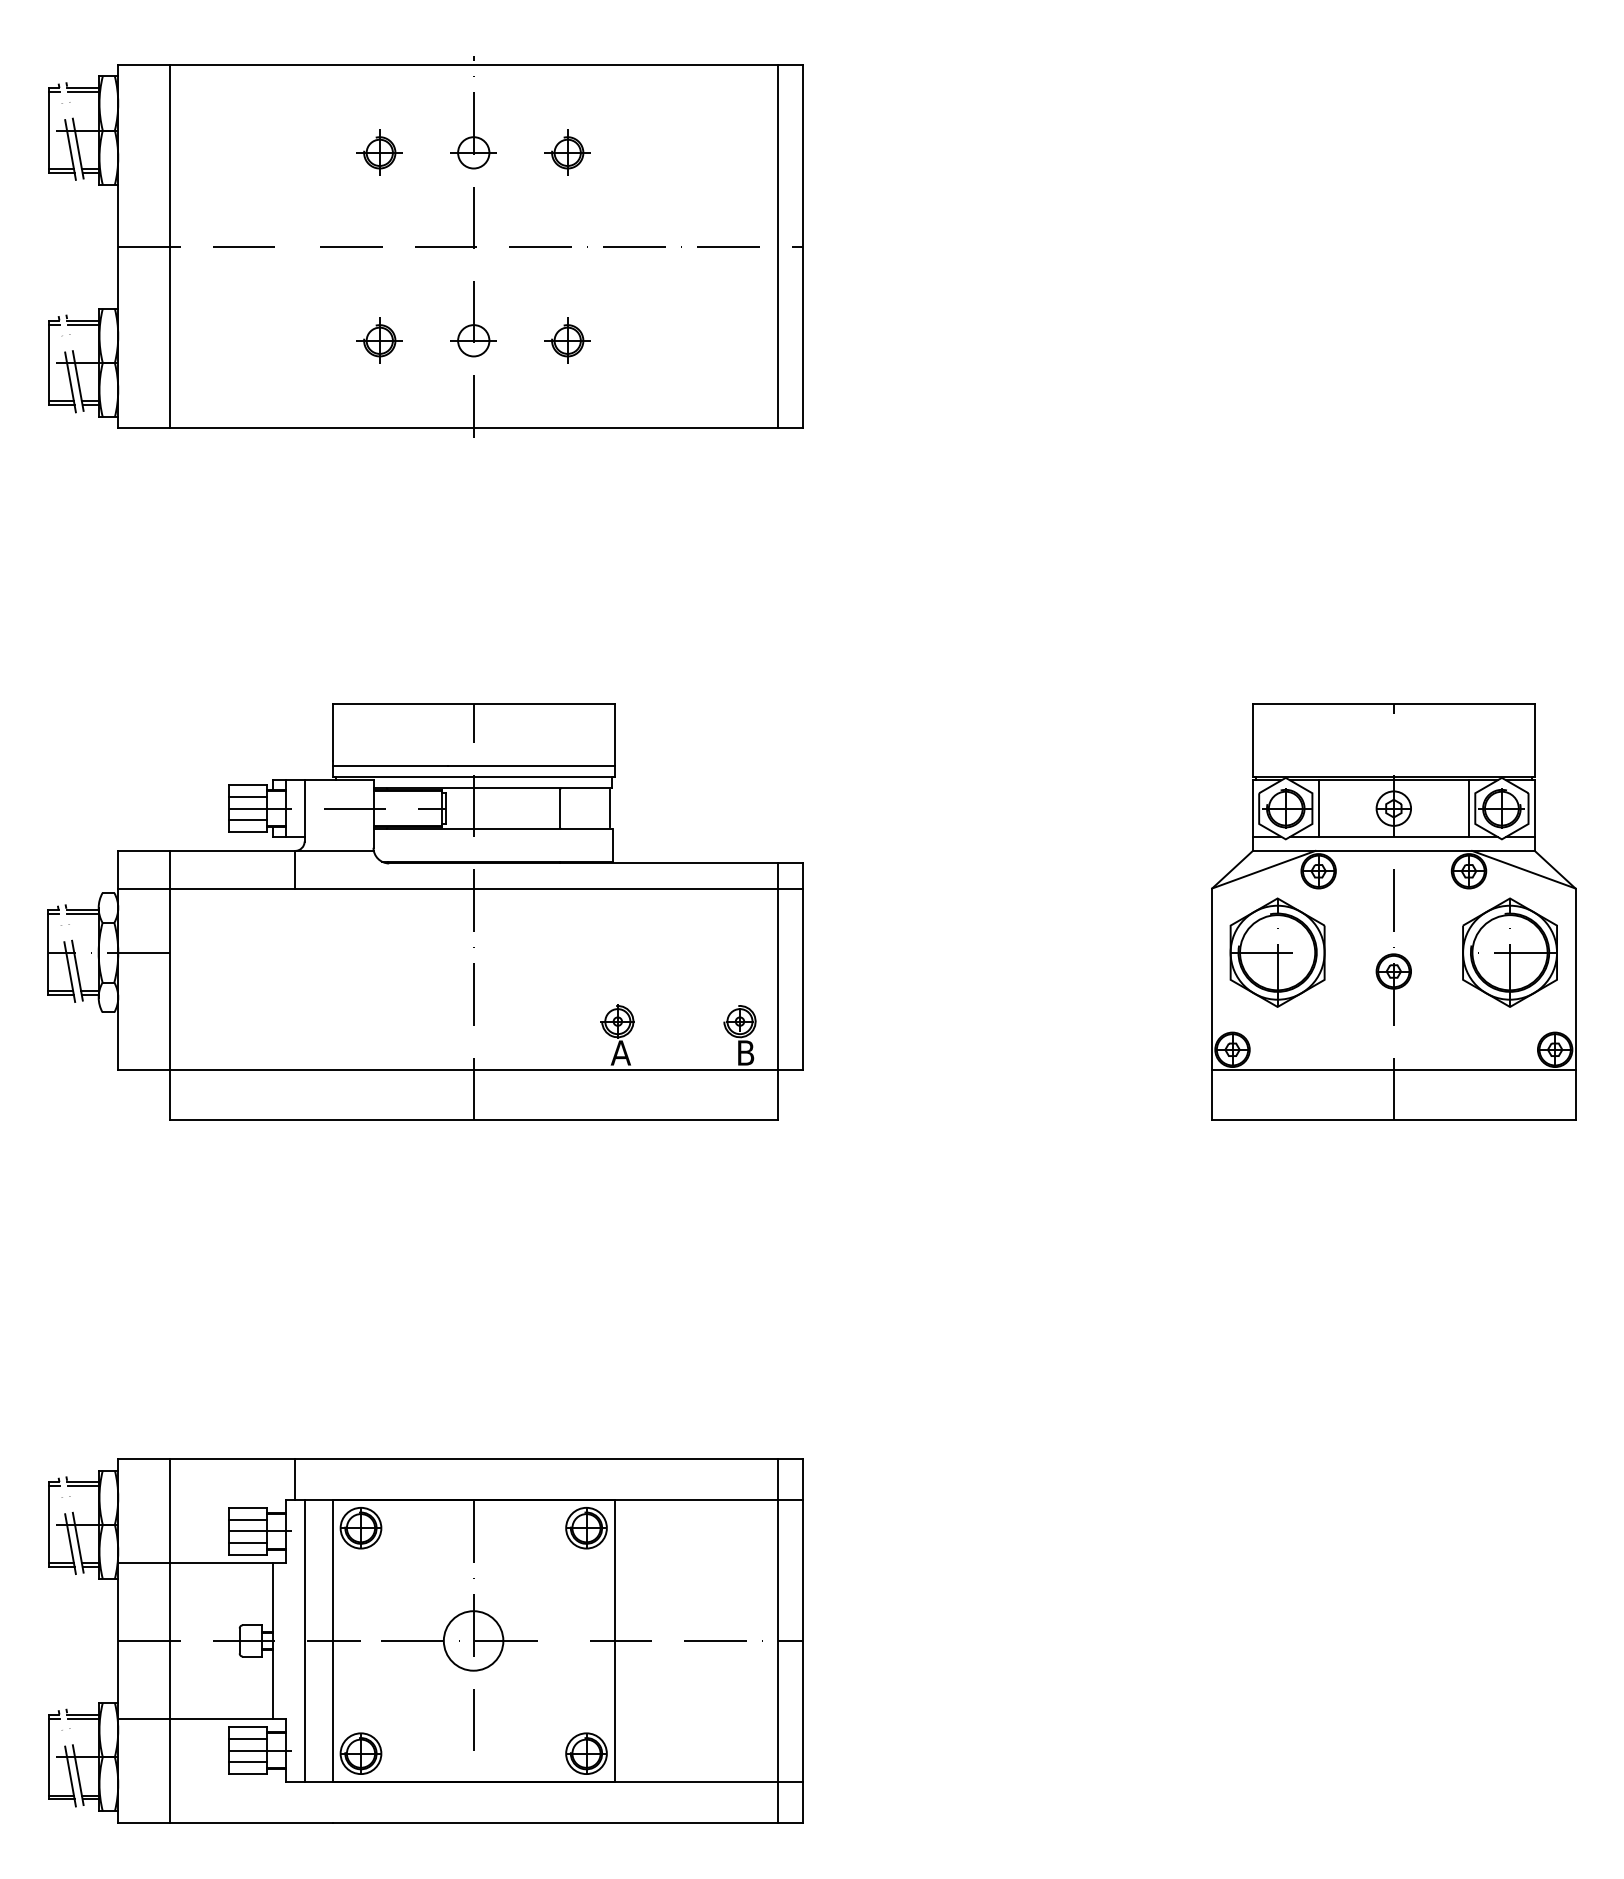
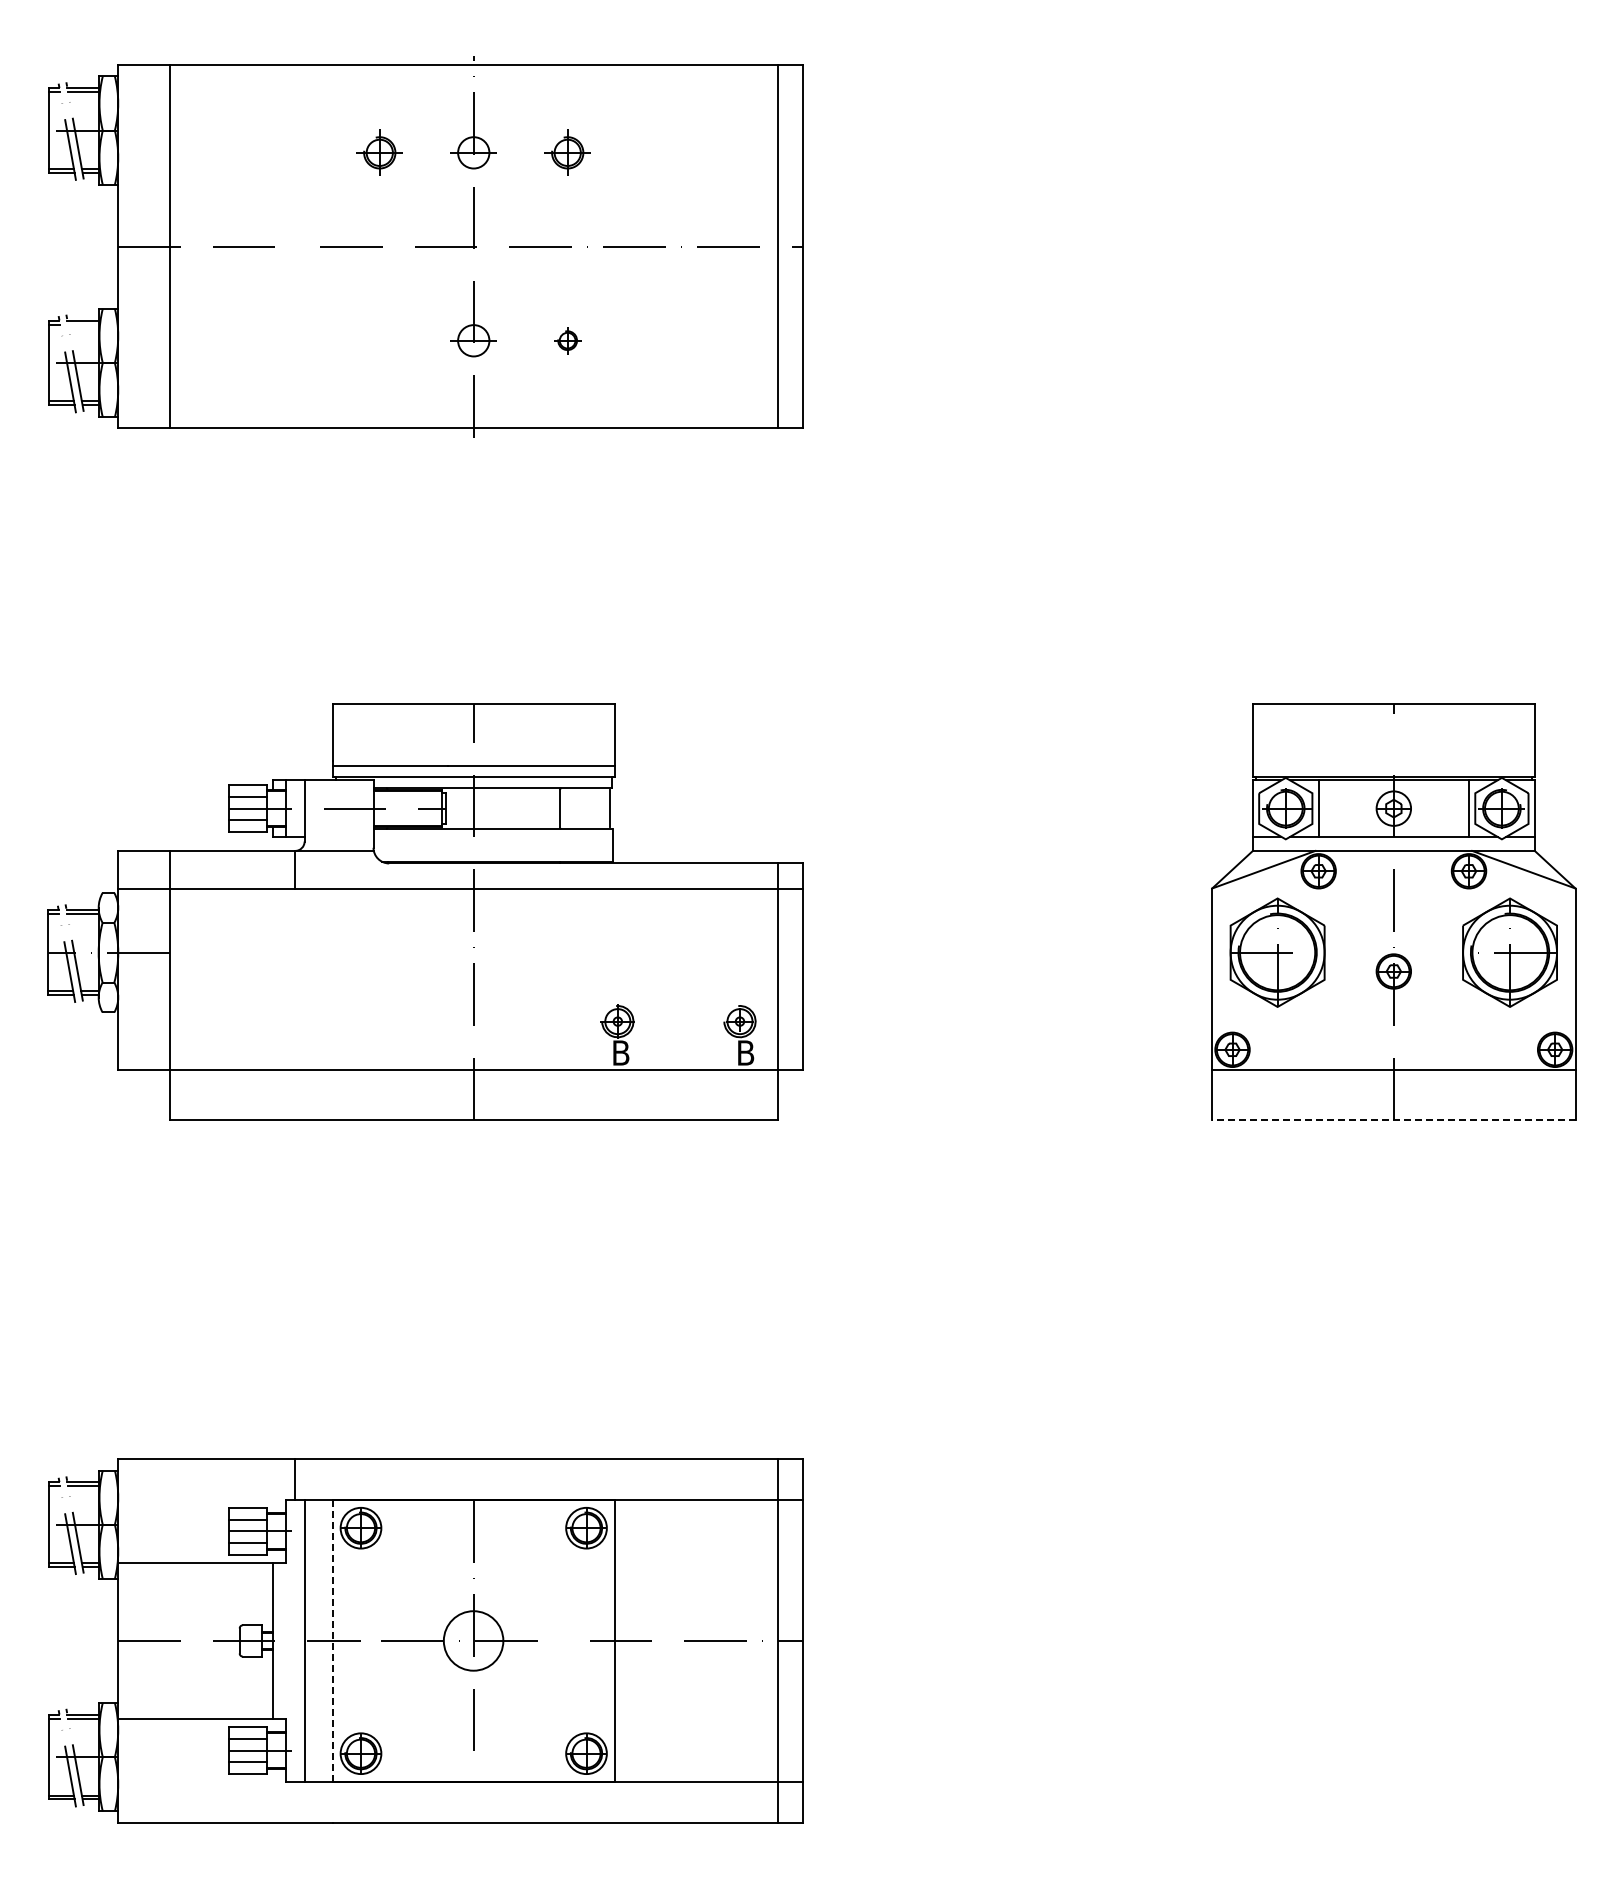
line at (83, 324): present -> none
part at (379, 340): present -> none
part at (567, 340) size: 47x47 px -> 28x28 px
text at (620, 1052): A -> B
line at (1393, 1120): solid -> dashed
line at (169, 1640): present -> none
line at (332, 1640): solid -> dashed
